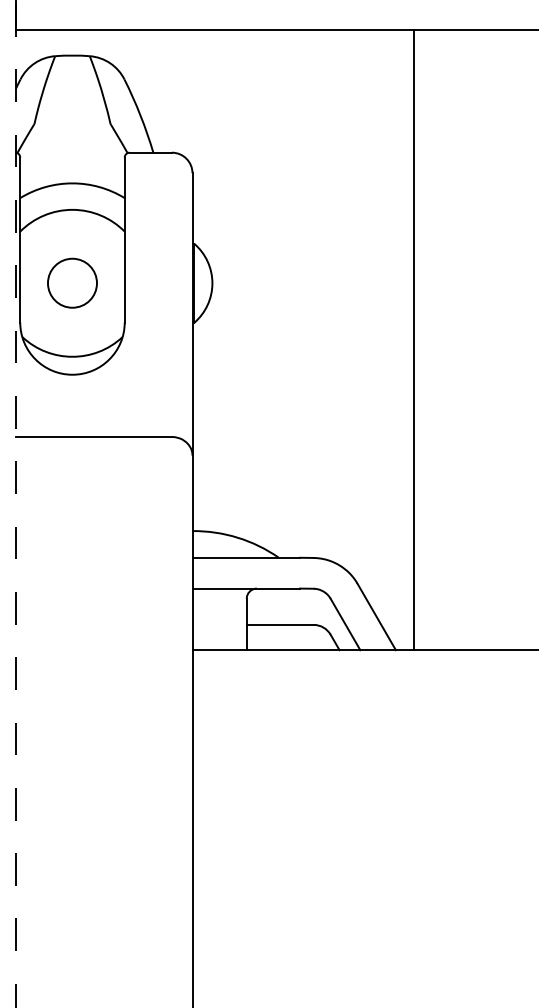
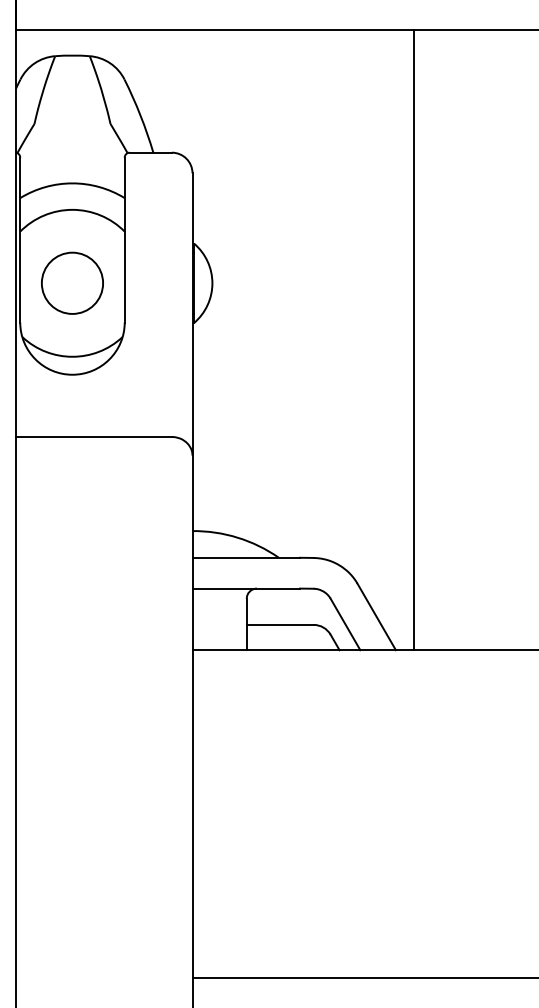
circle at (72, 282) size: 51x52 px -> 63x64 px
line at (15, 503): dashed -> solid
line at (363, 977): none -> present
